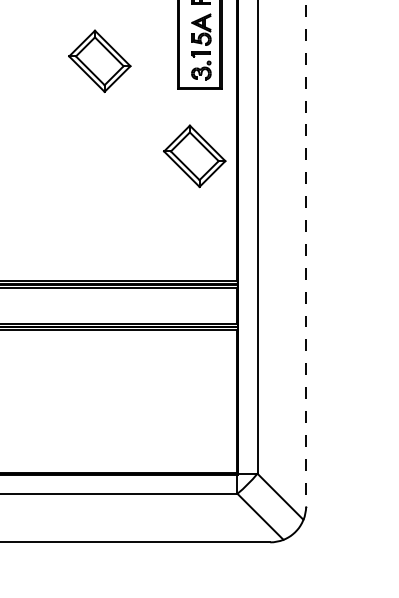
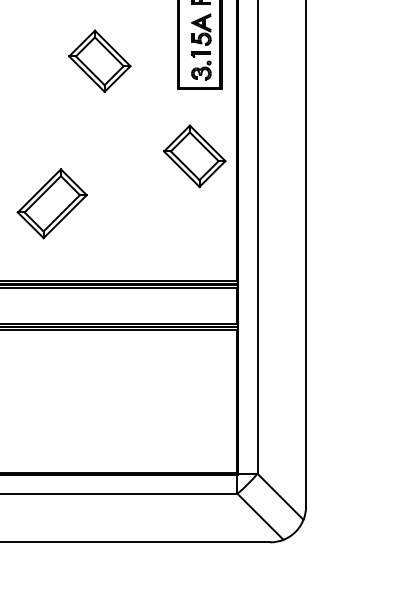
part at (51, 203): none -> present
line at (306, 253): dashed -> solid
